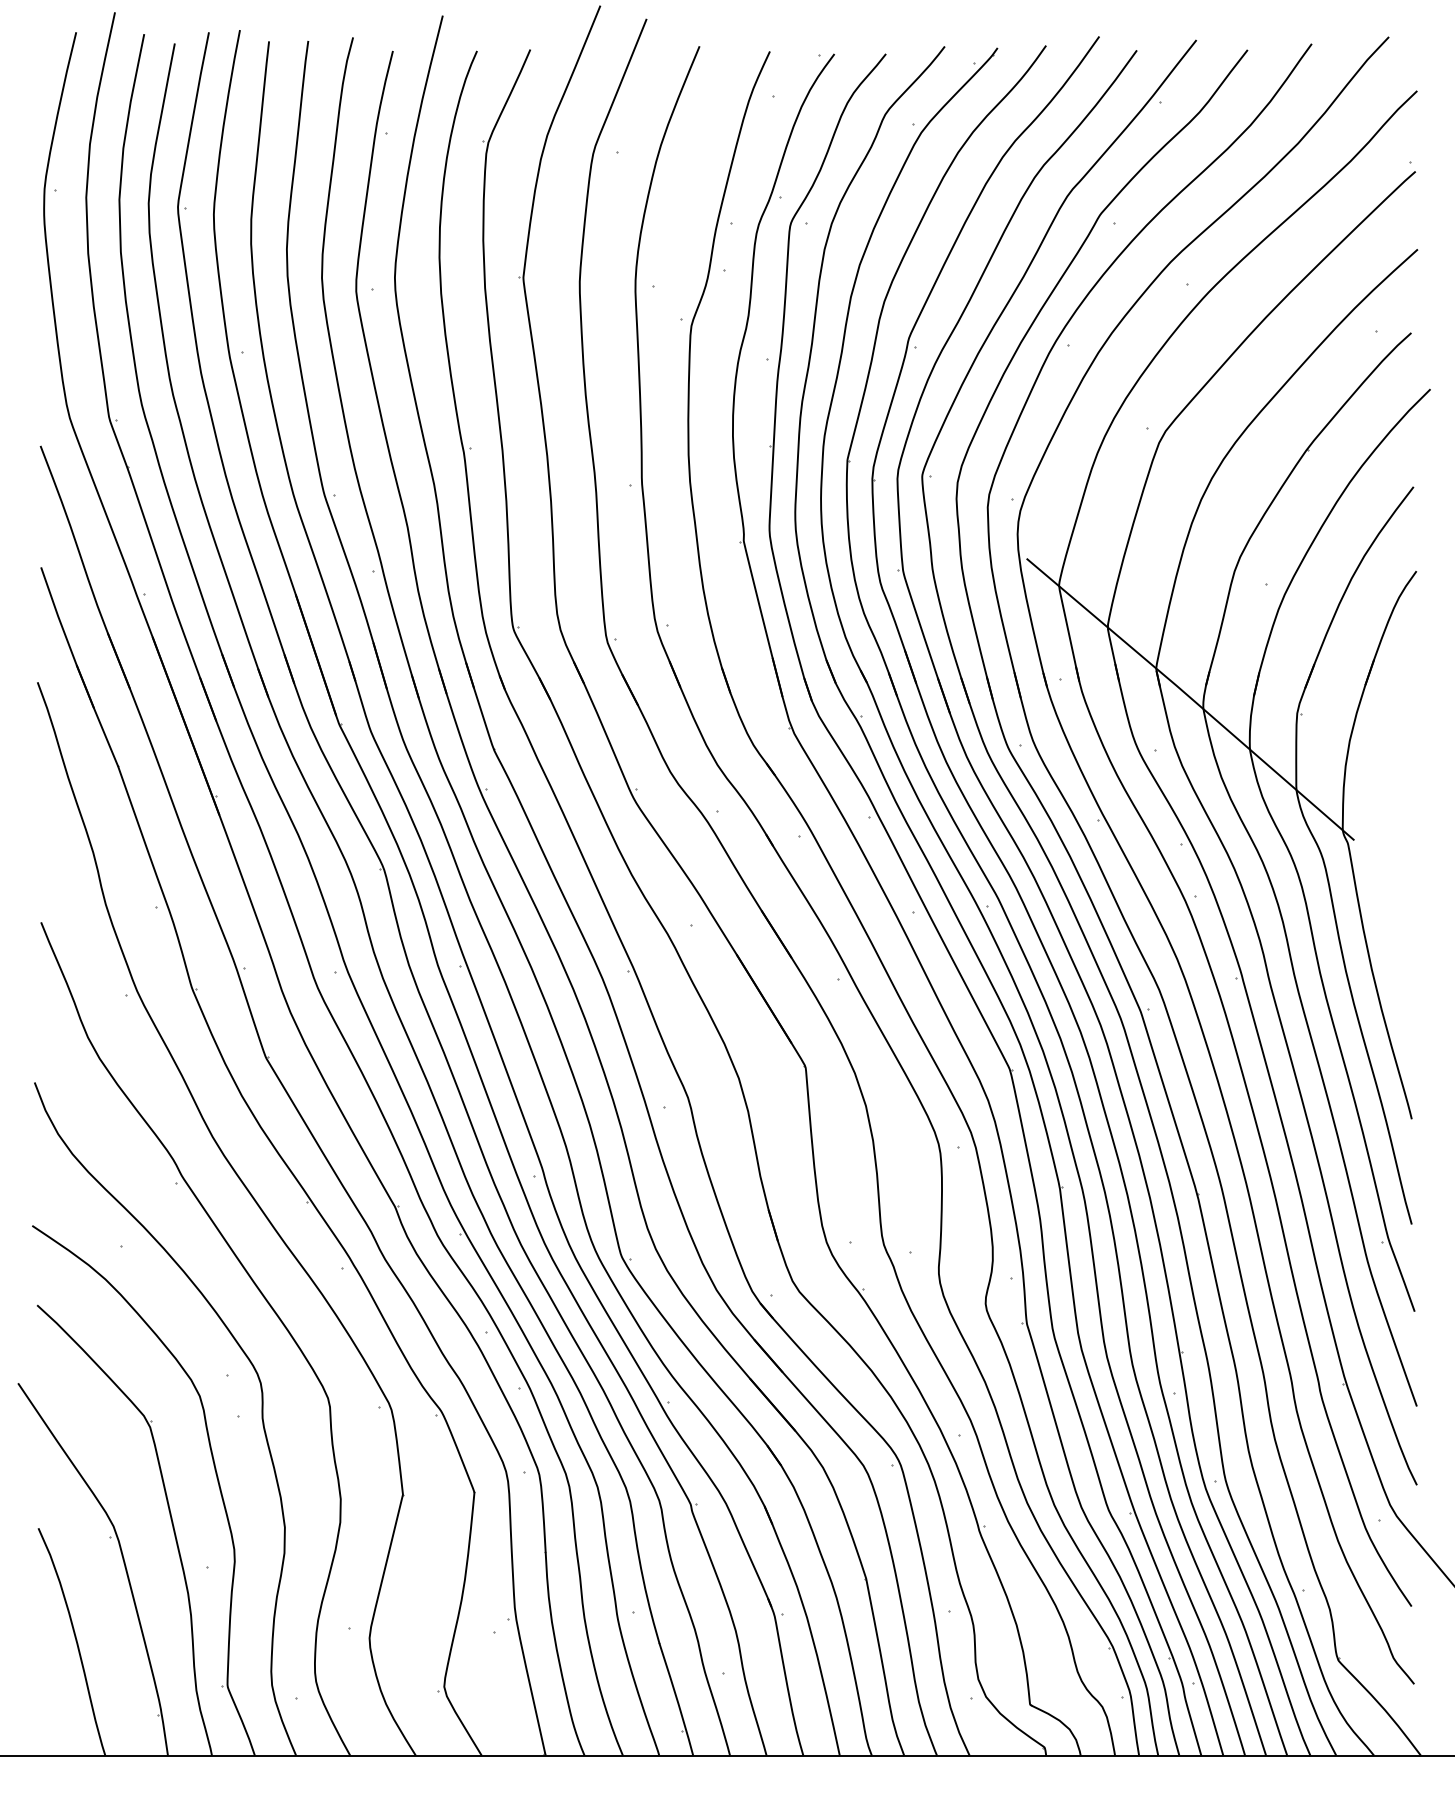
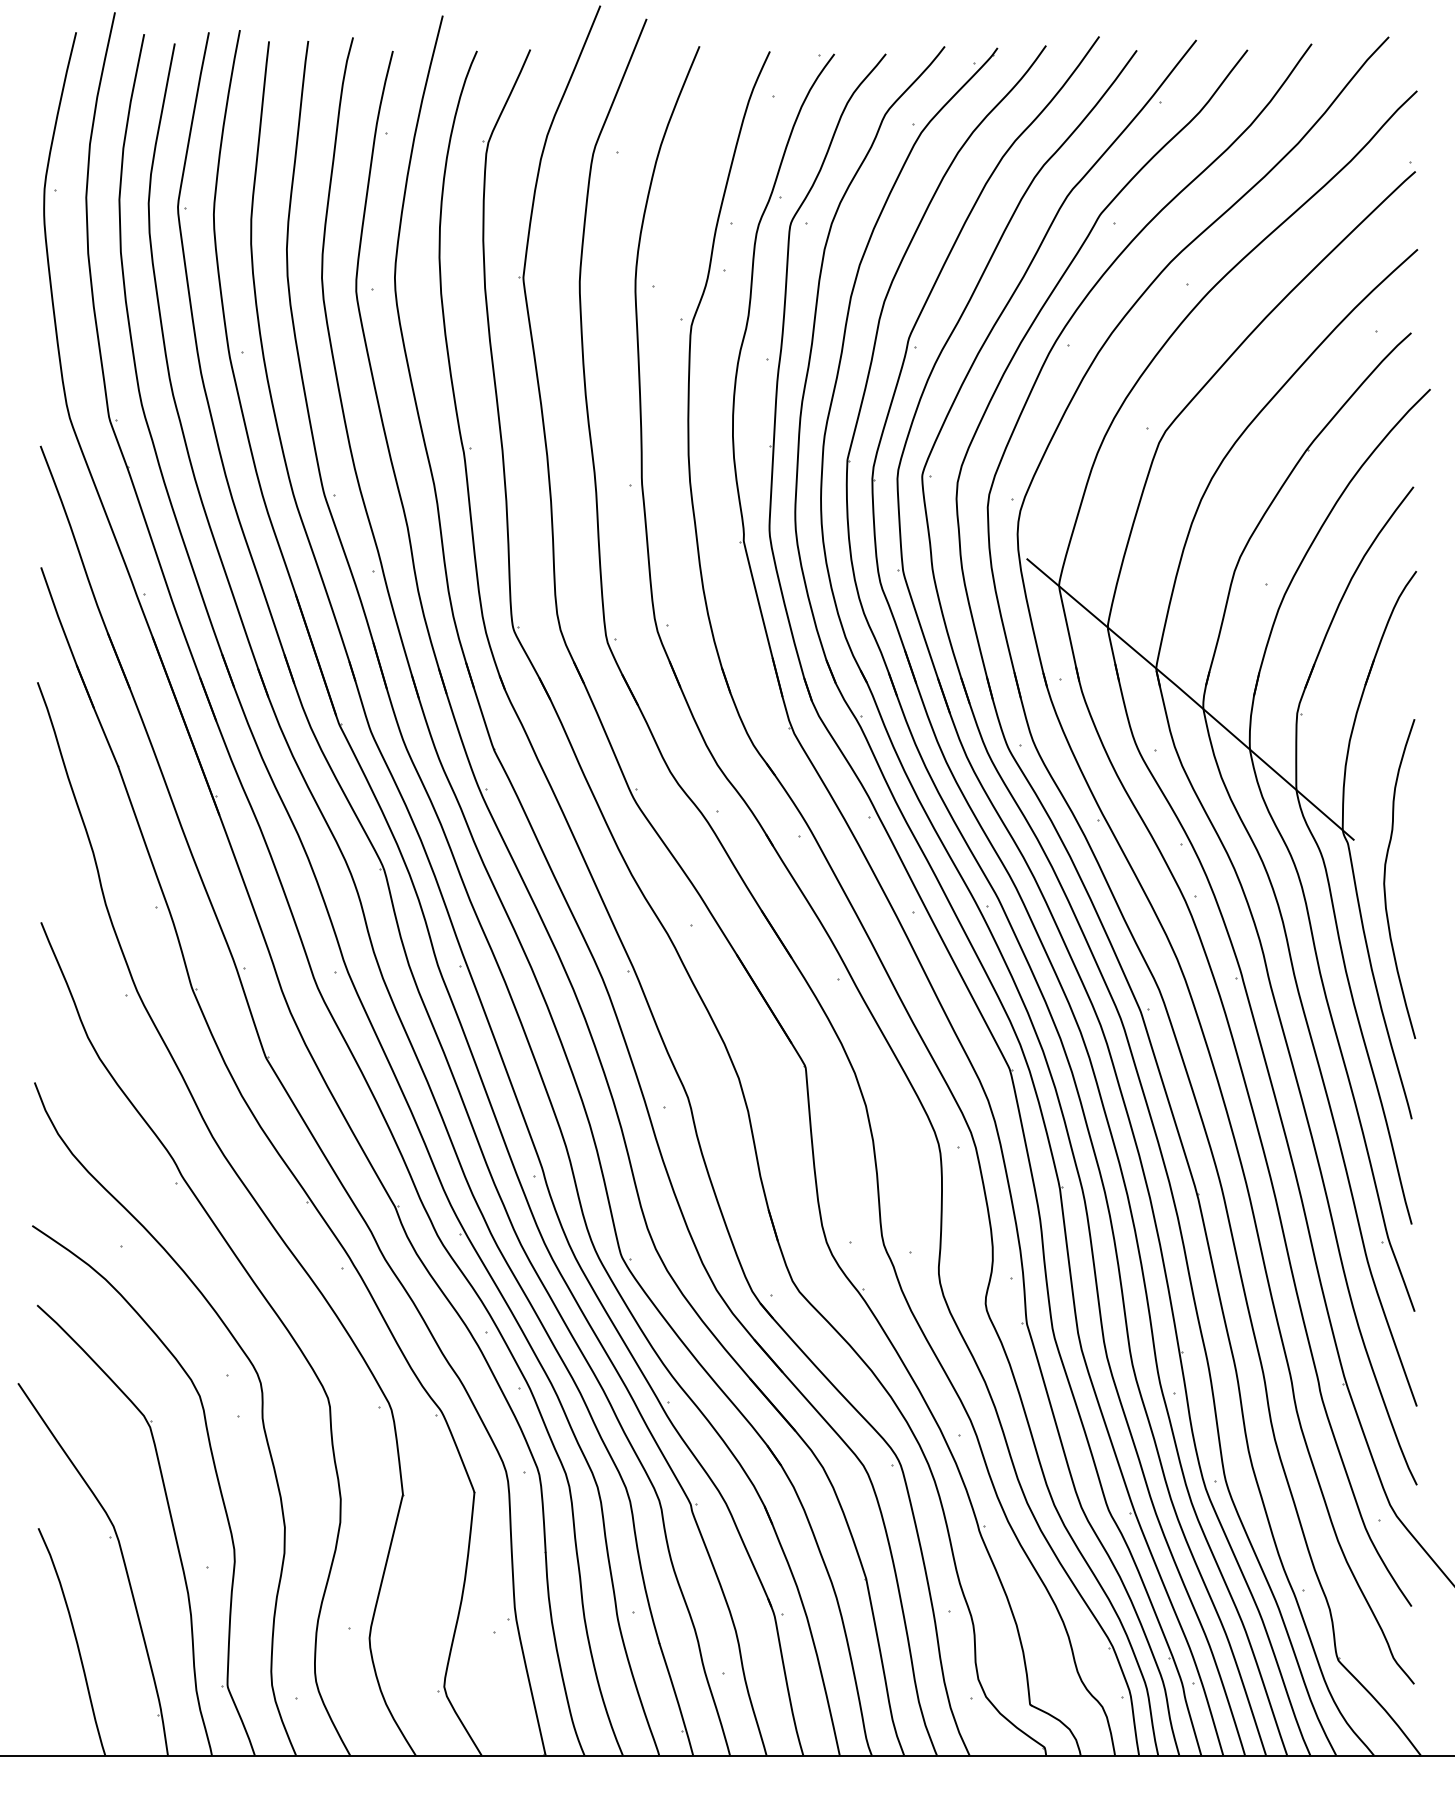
curve at (1385, 879): none -> present
